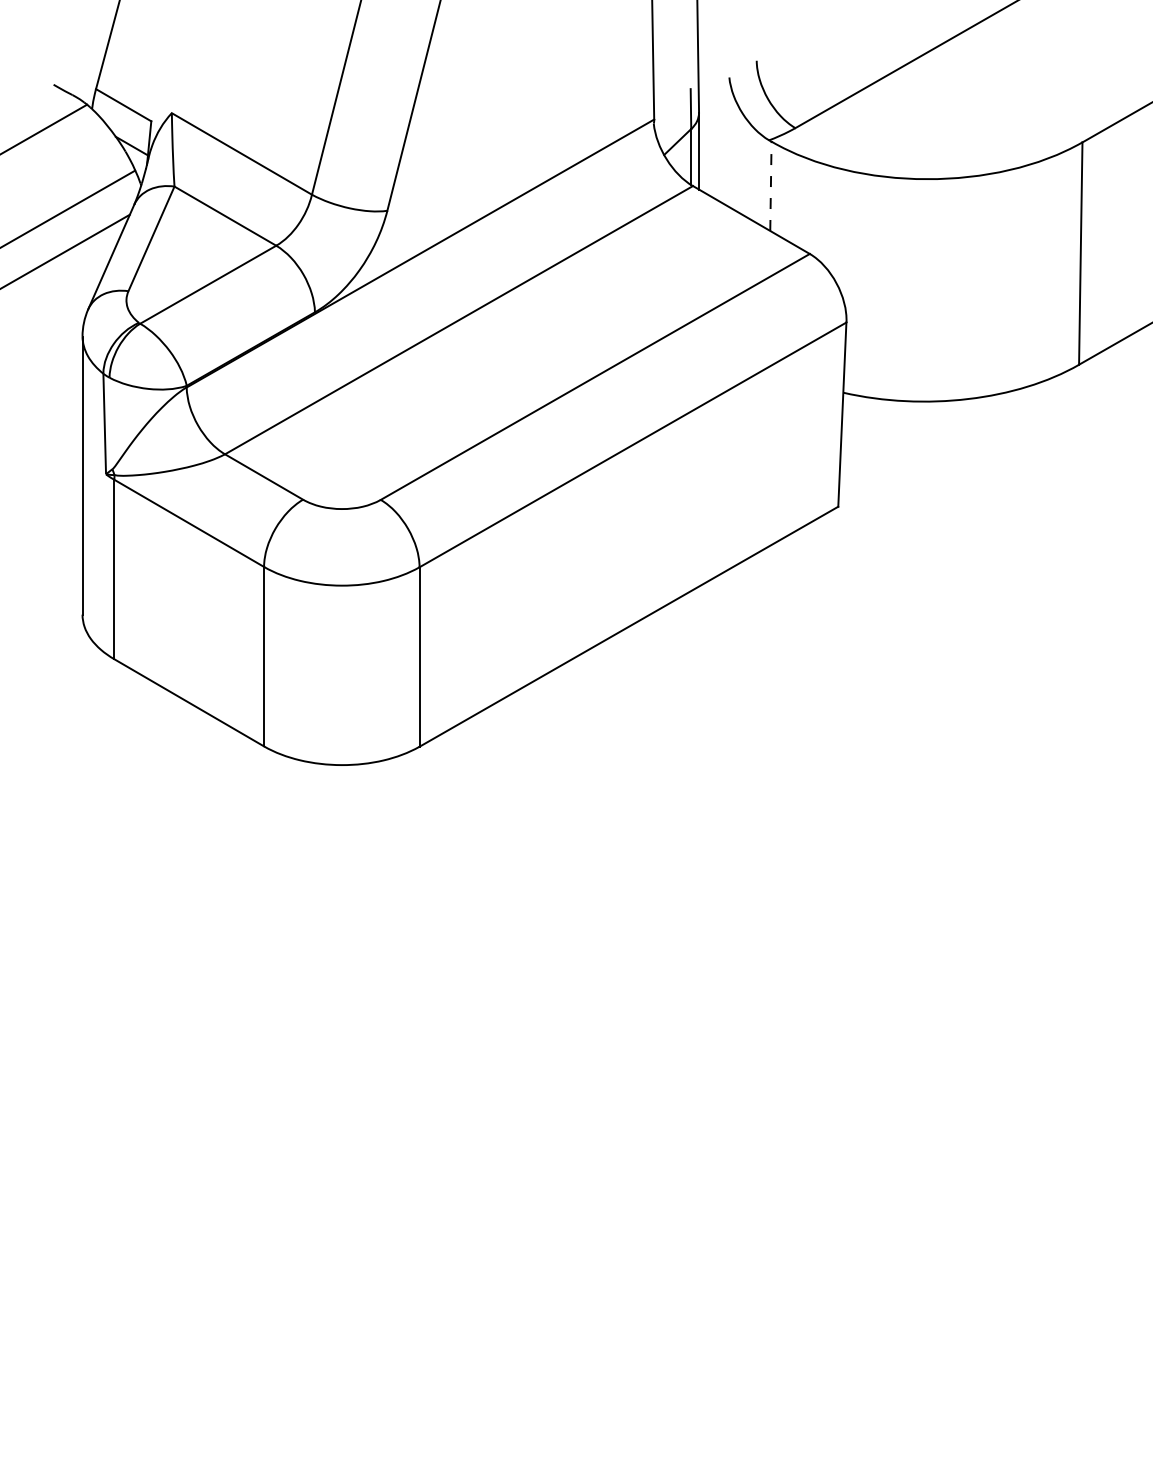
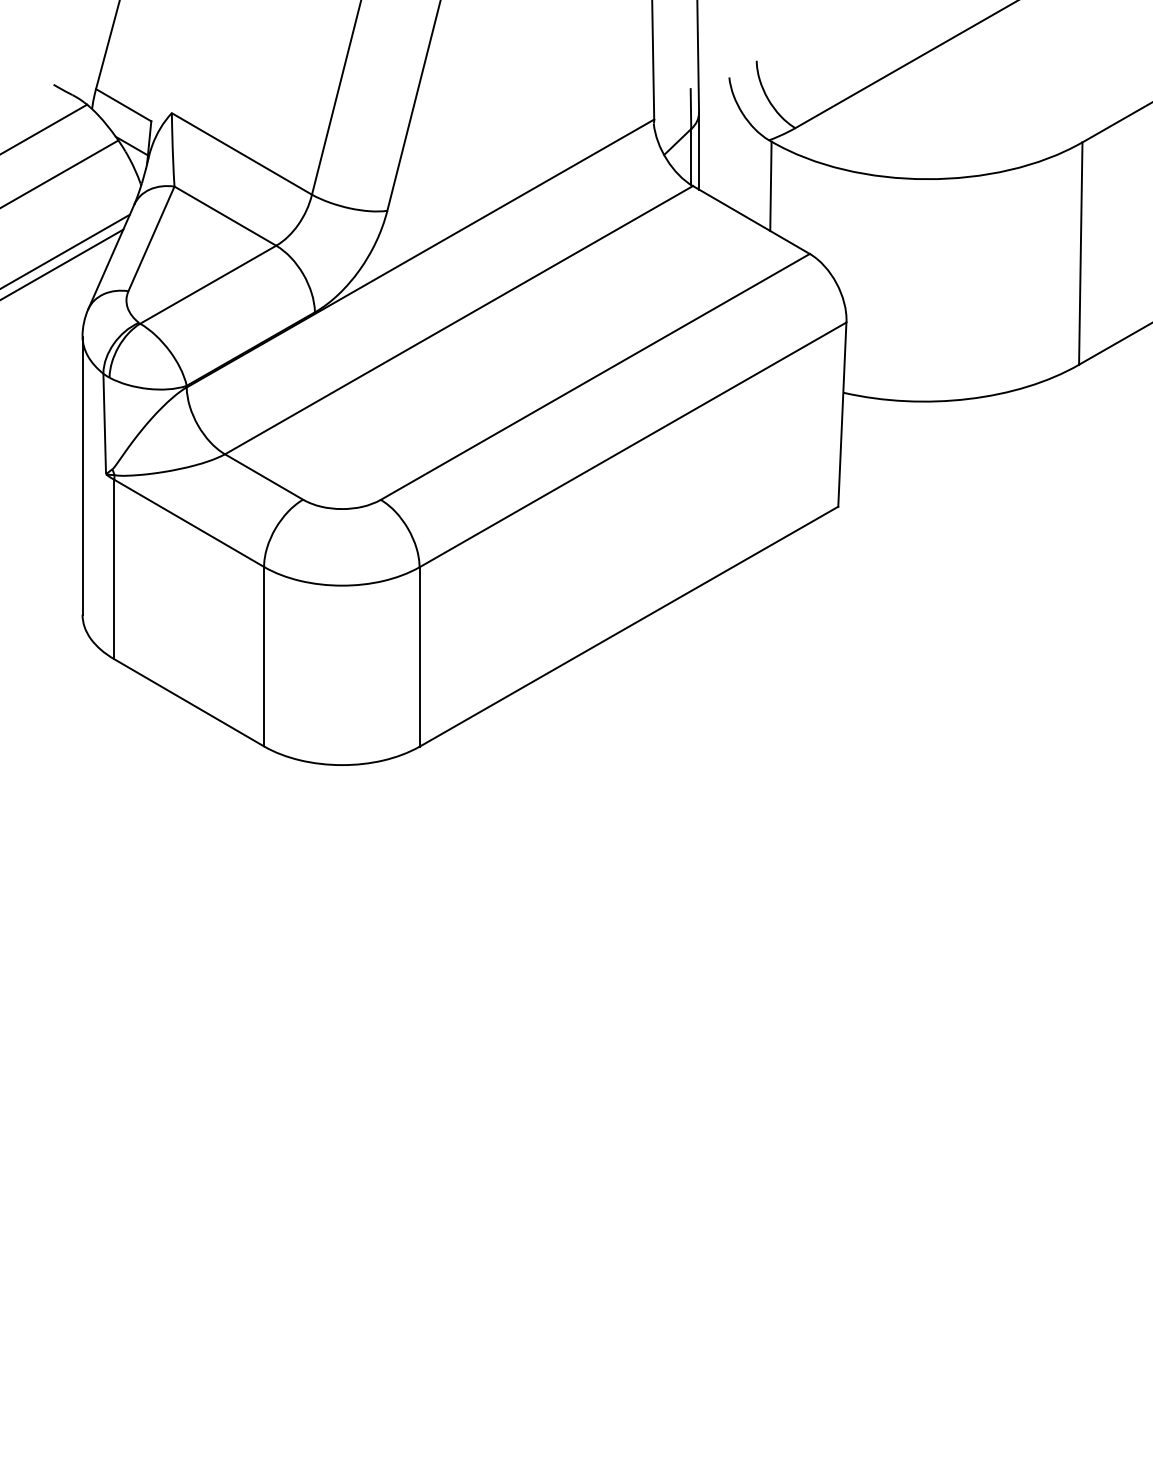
line at (770, 186): dashed -> solid
line at (68, 208) position: (68, 208) -> (60, 173)
line at (62, 263): none -> present
